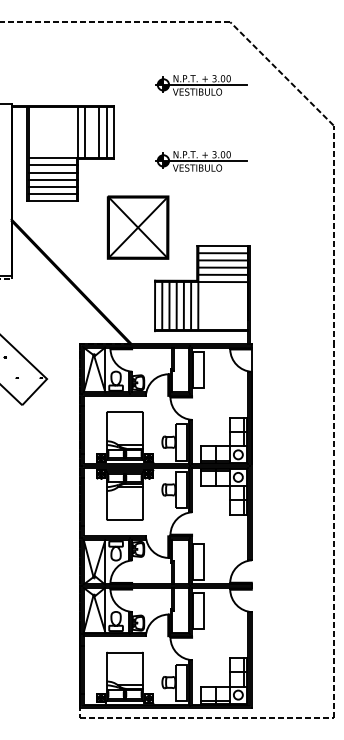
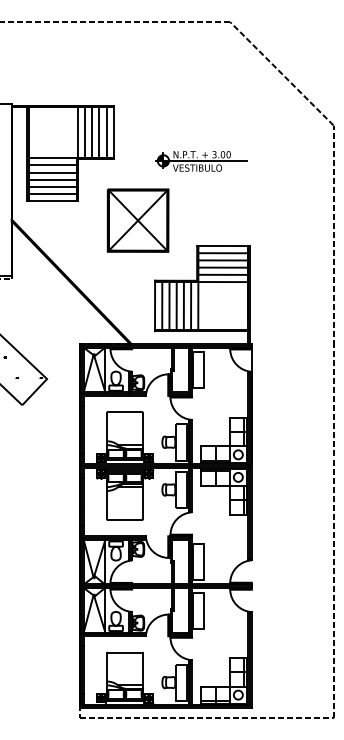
part at (201, 85): present -> none
line at (92, 132): none -> present
part at (137, 227) position: (137, 227) -> (137, 220)
